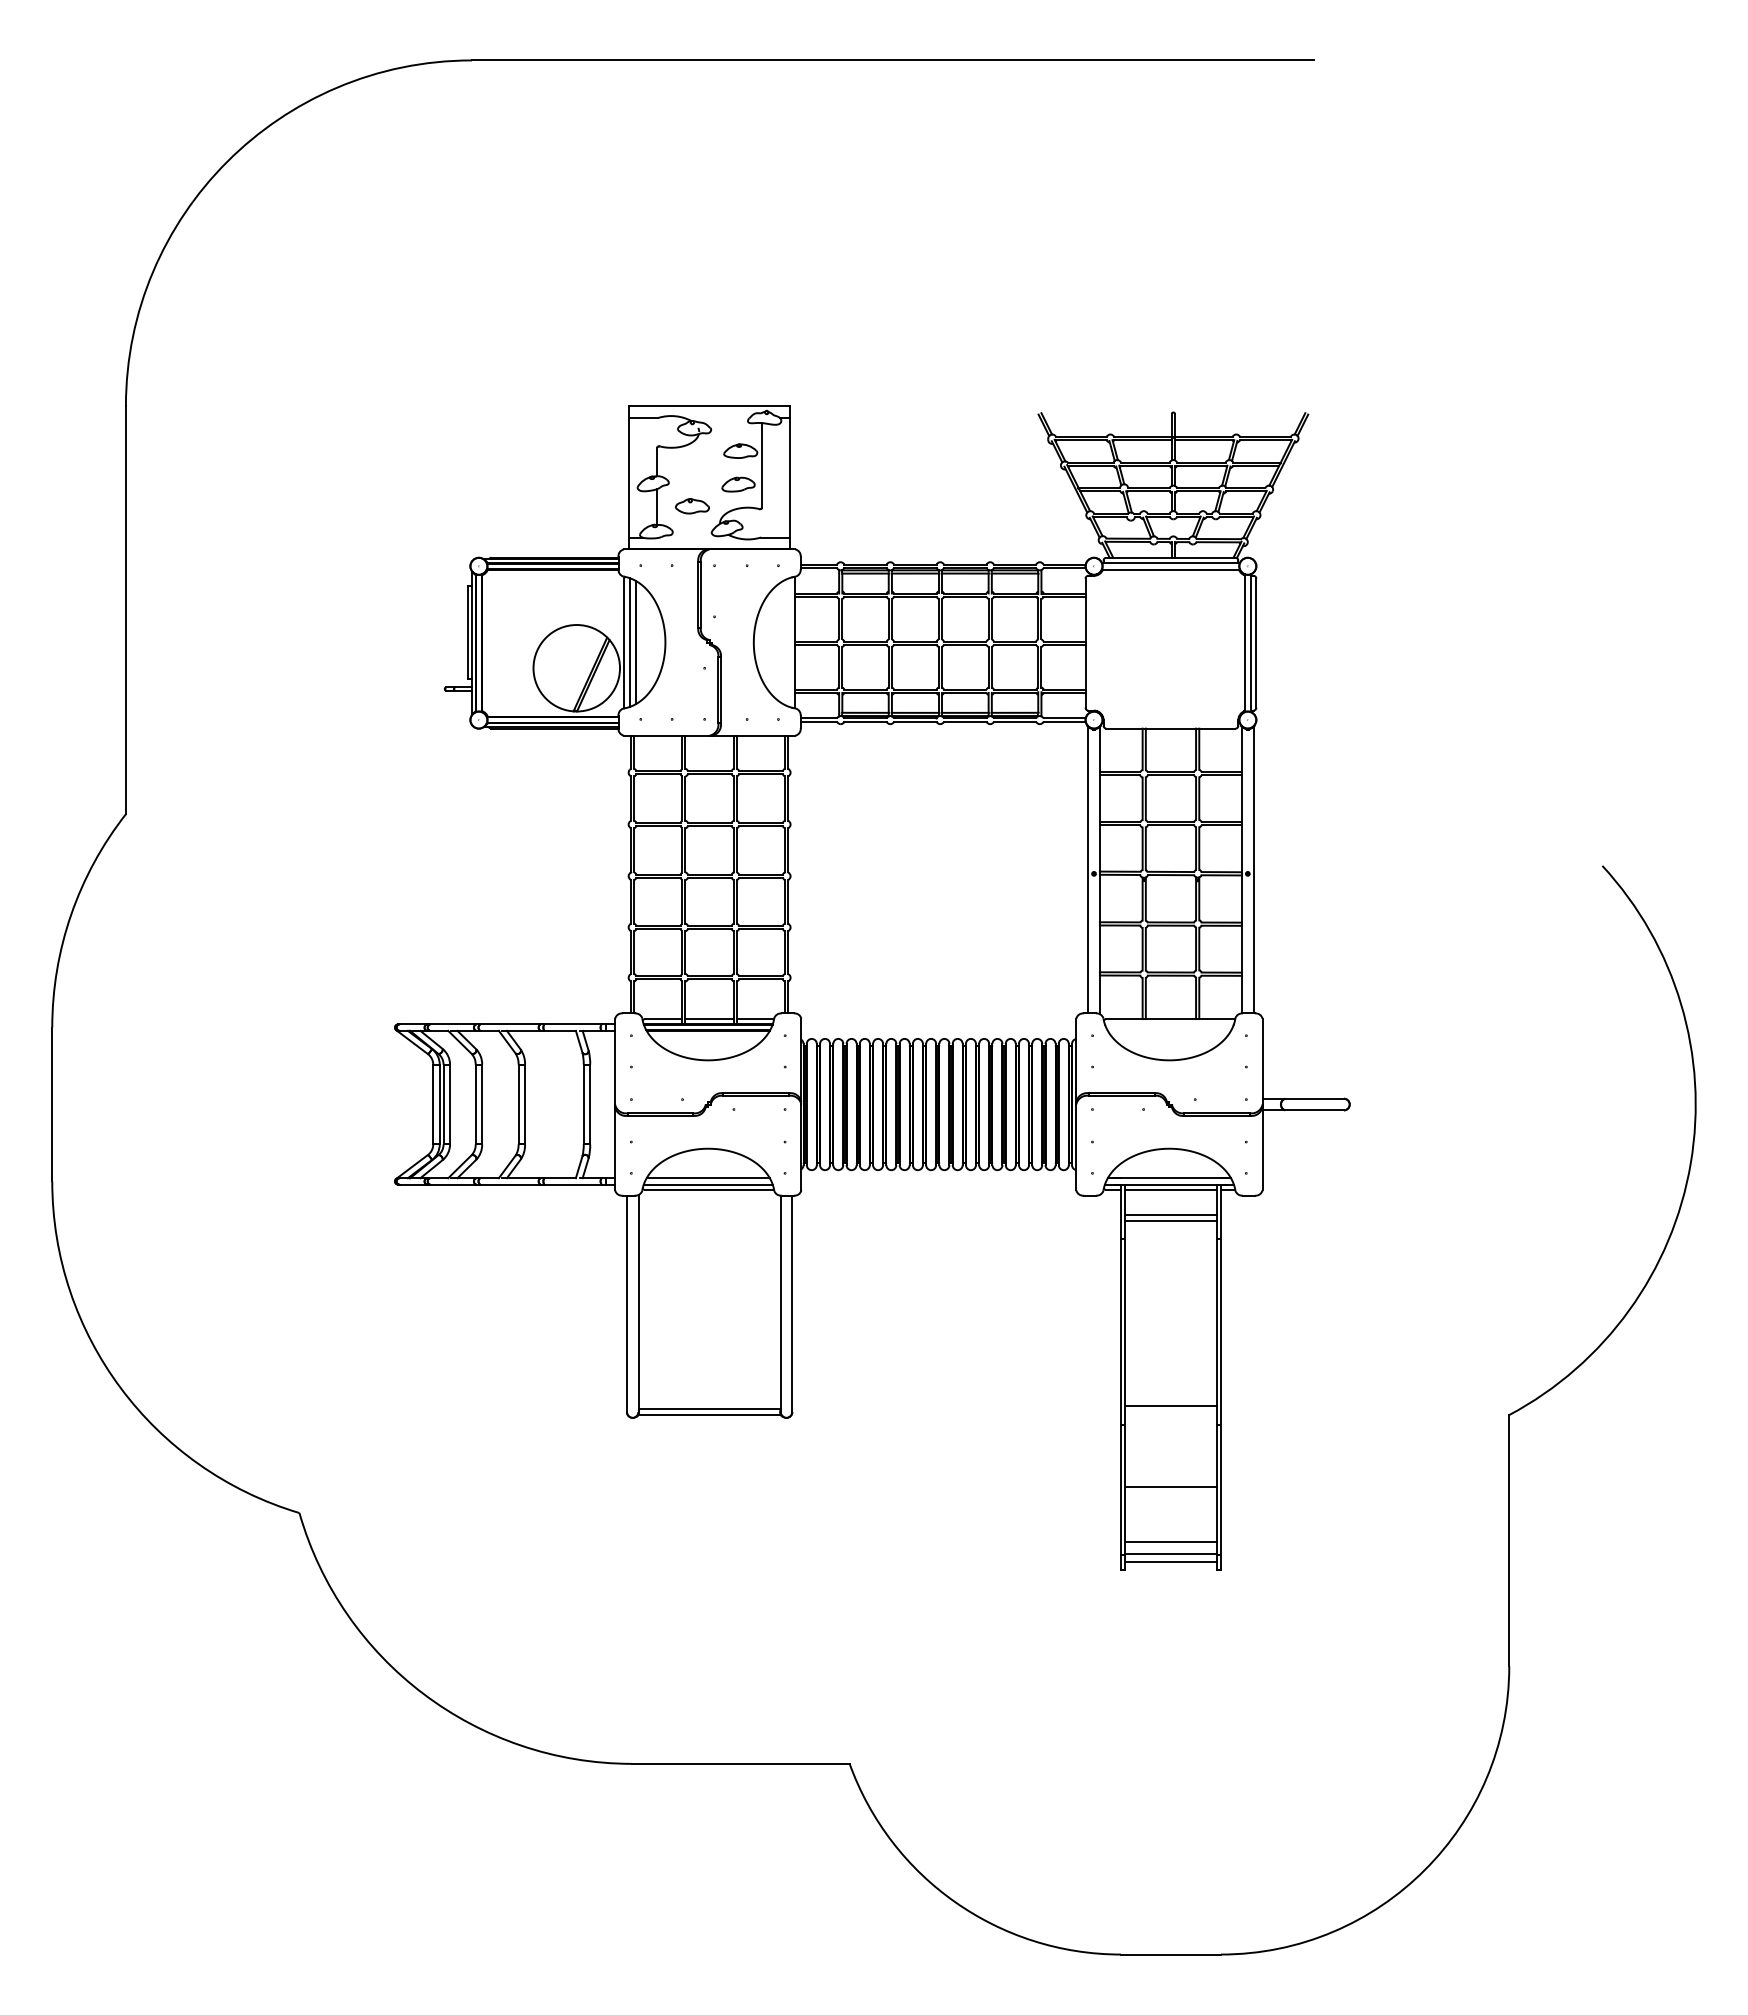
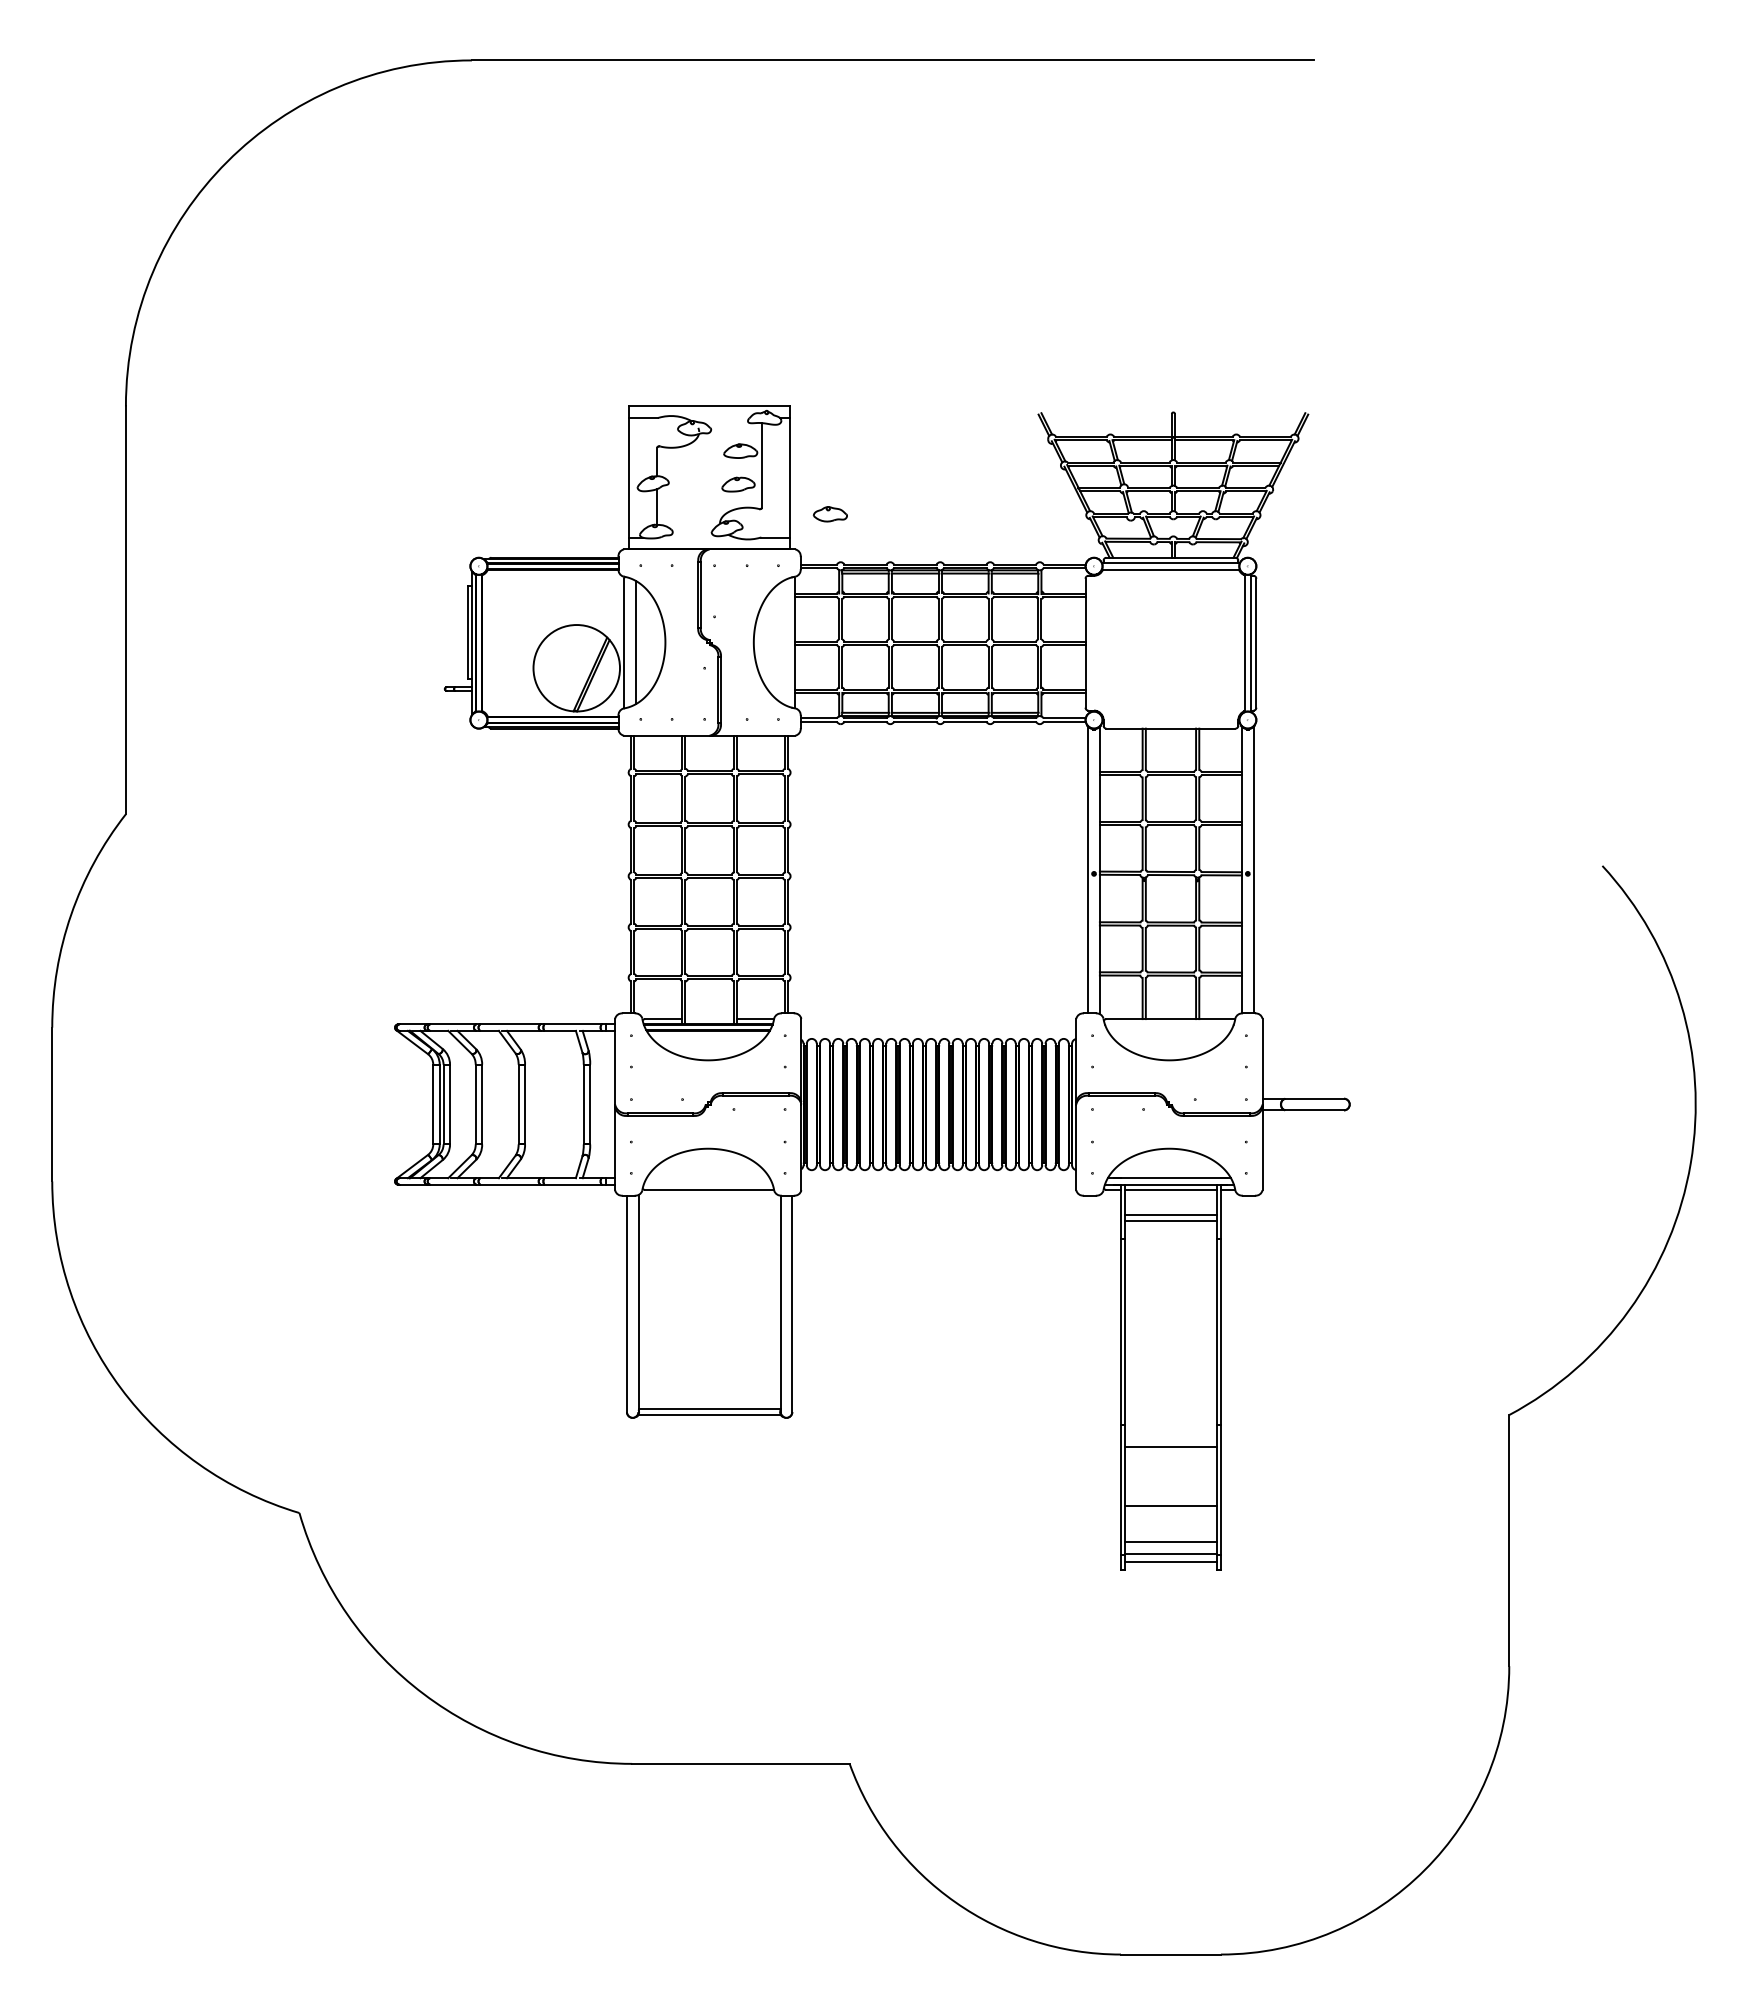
part at (691, 506) position: (691, 506) -> (829, 514)
line at (629, 642): present -> none
line at (709, 1019): present -> none
line at (707, 1178): present -> none
line at (707, 1184): present -> none
line at (1170, 1406) position: (1170, 1406) -> (1170, 1447)
line at (1170, 1487) position: (1170, 1487) -> (1170, 1506)
